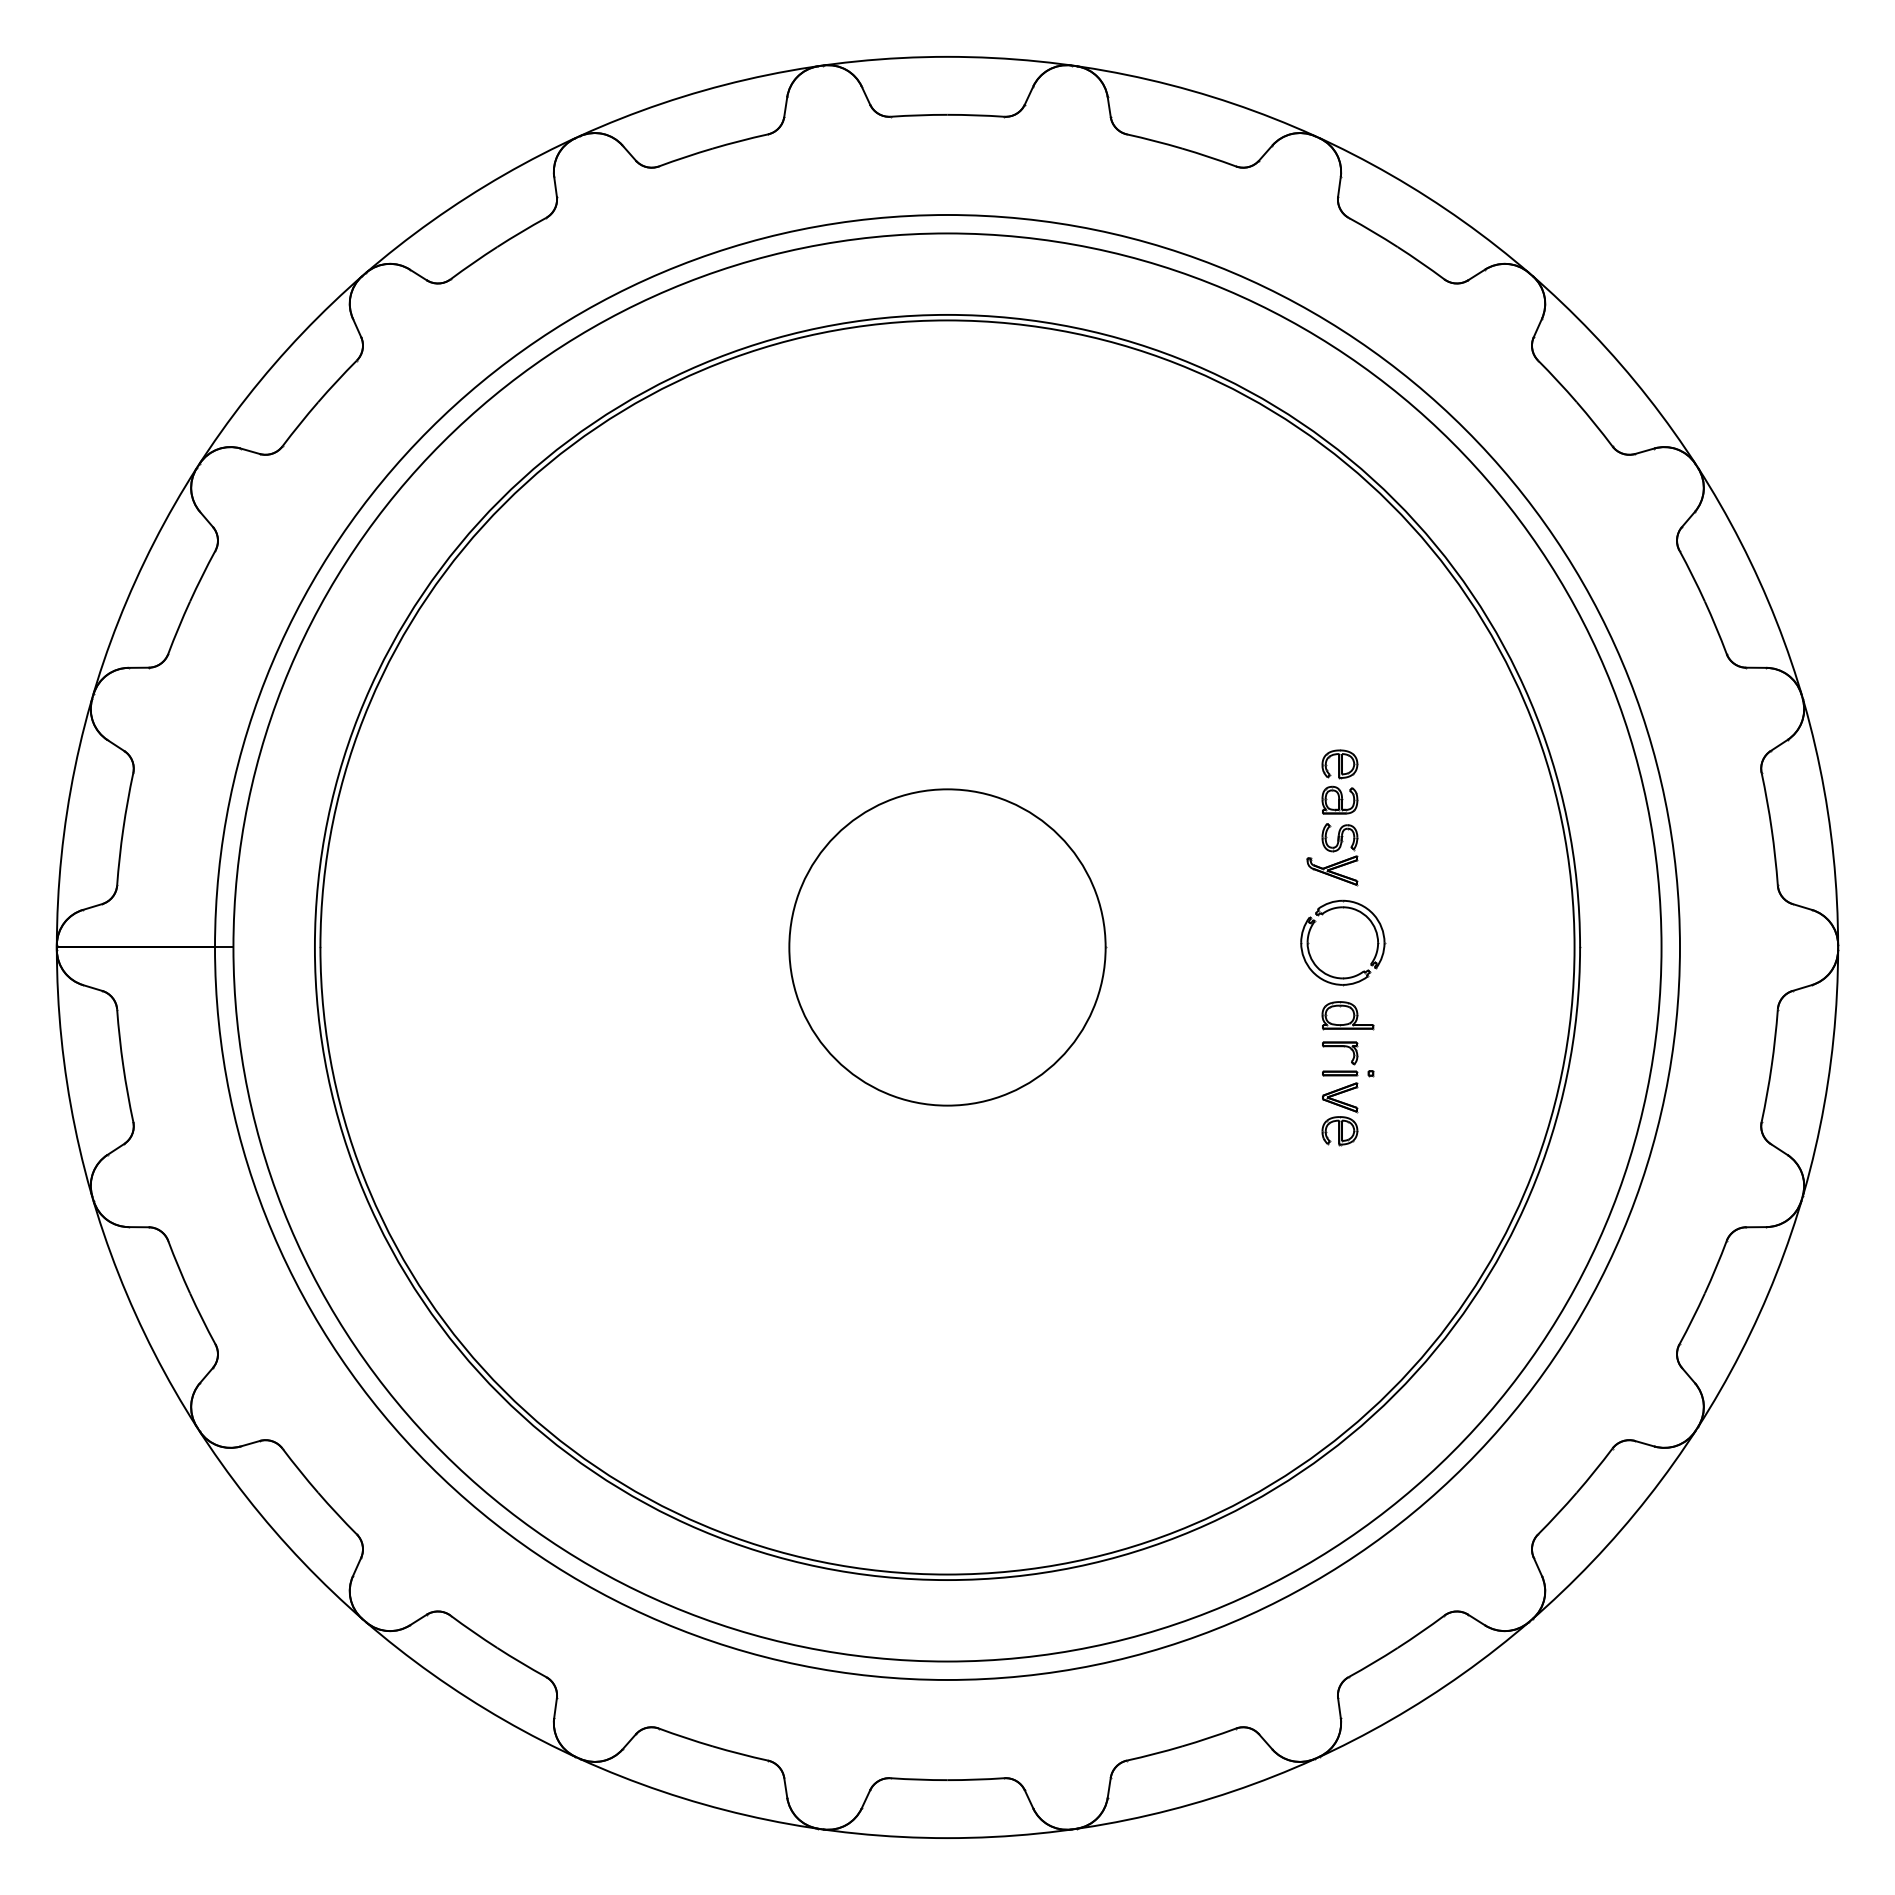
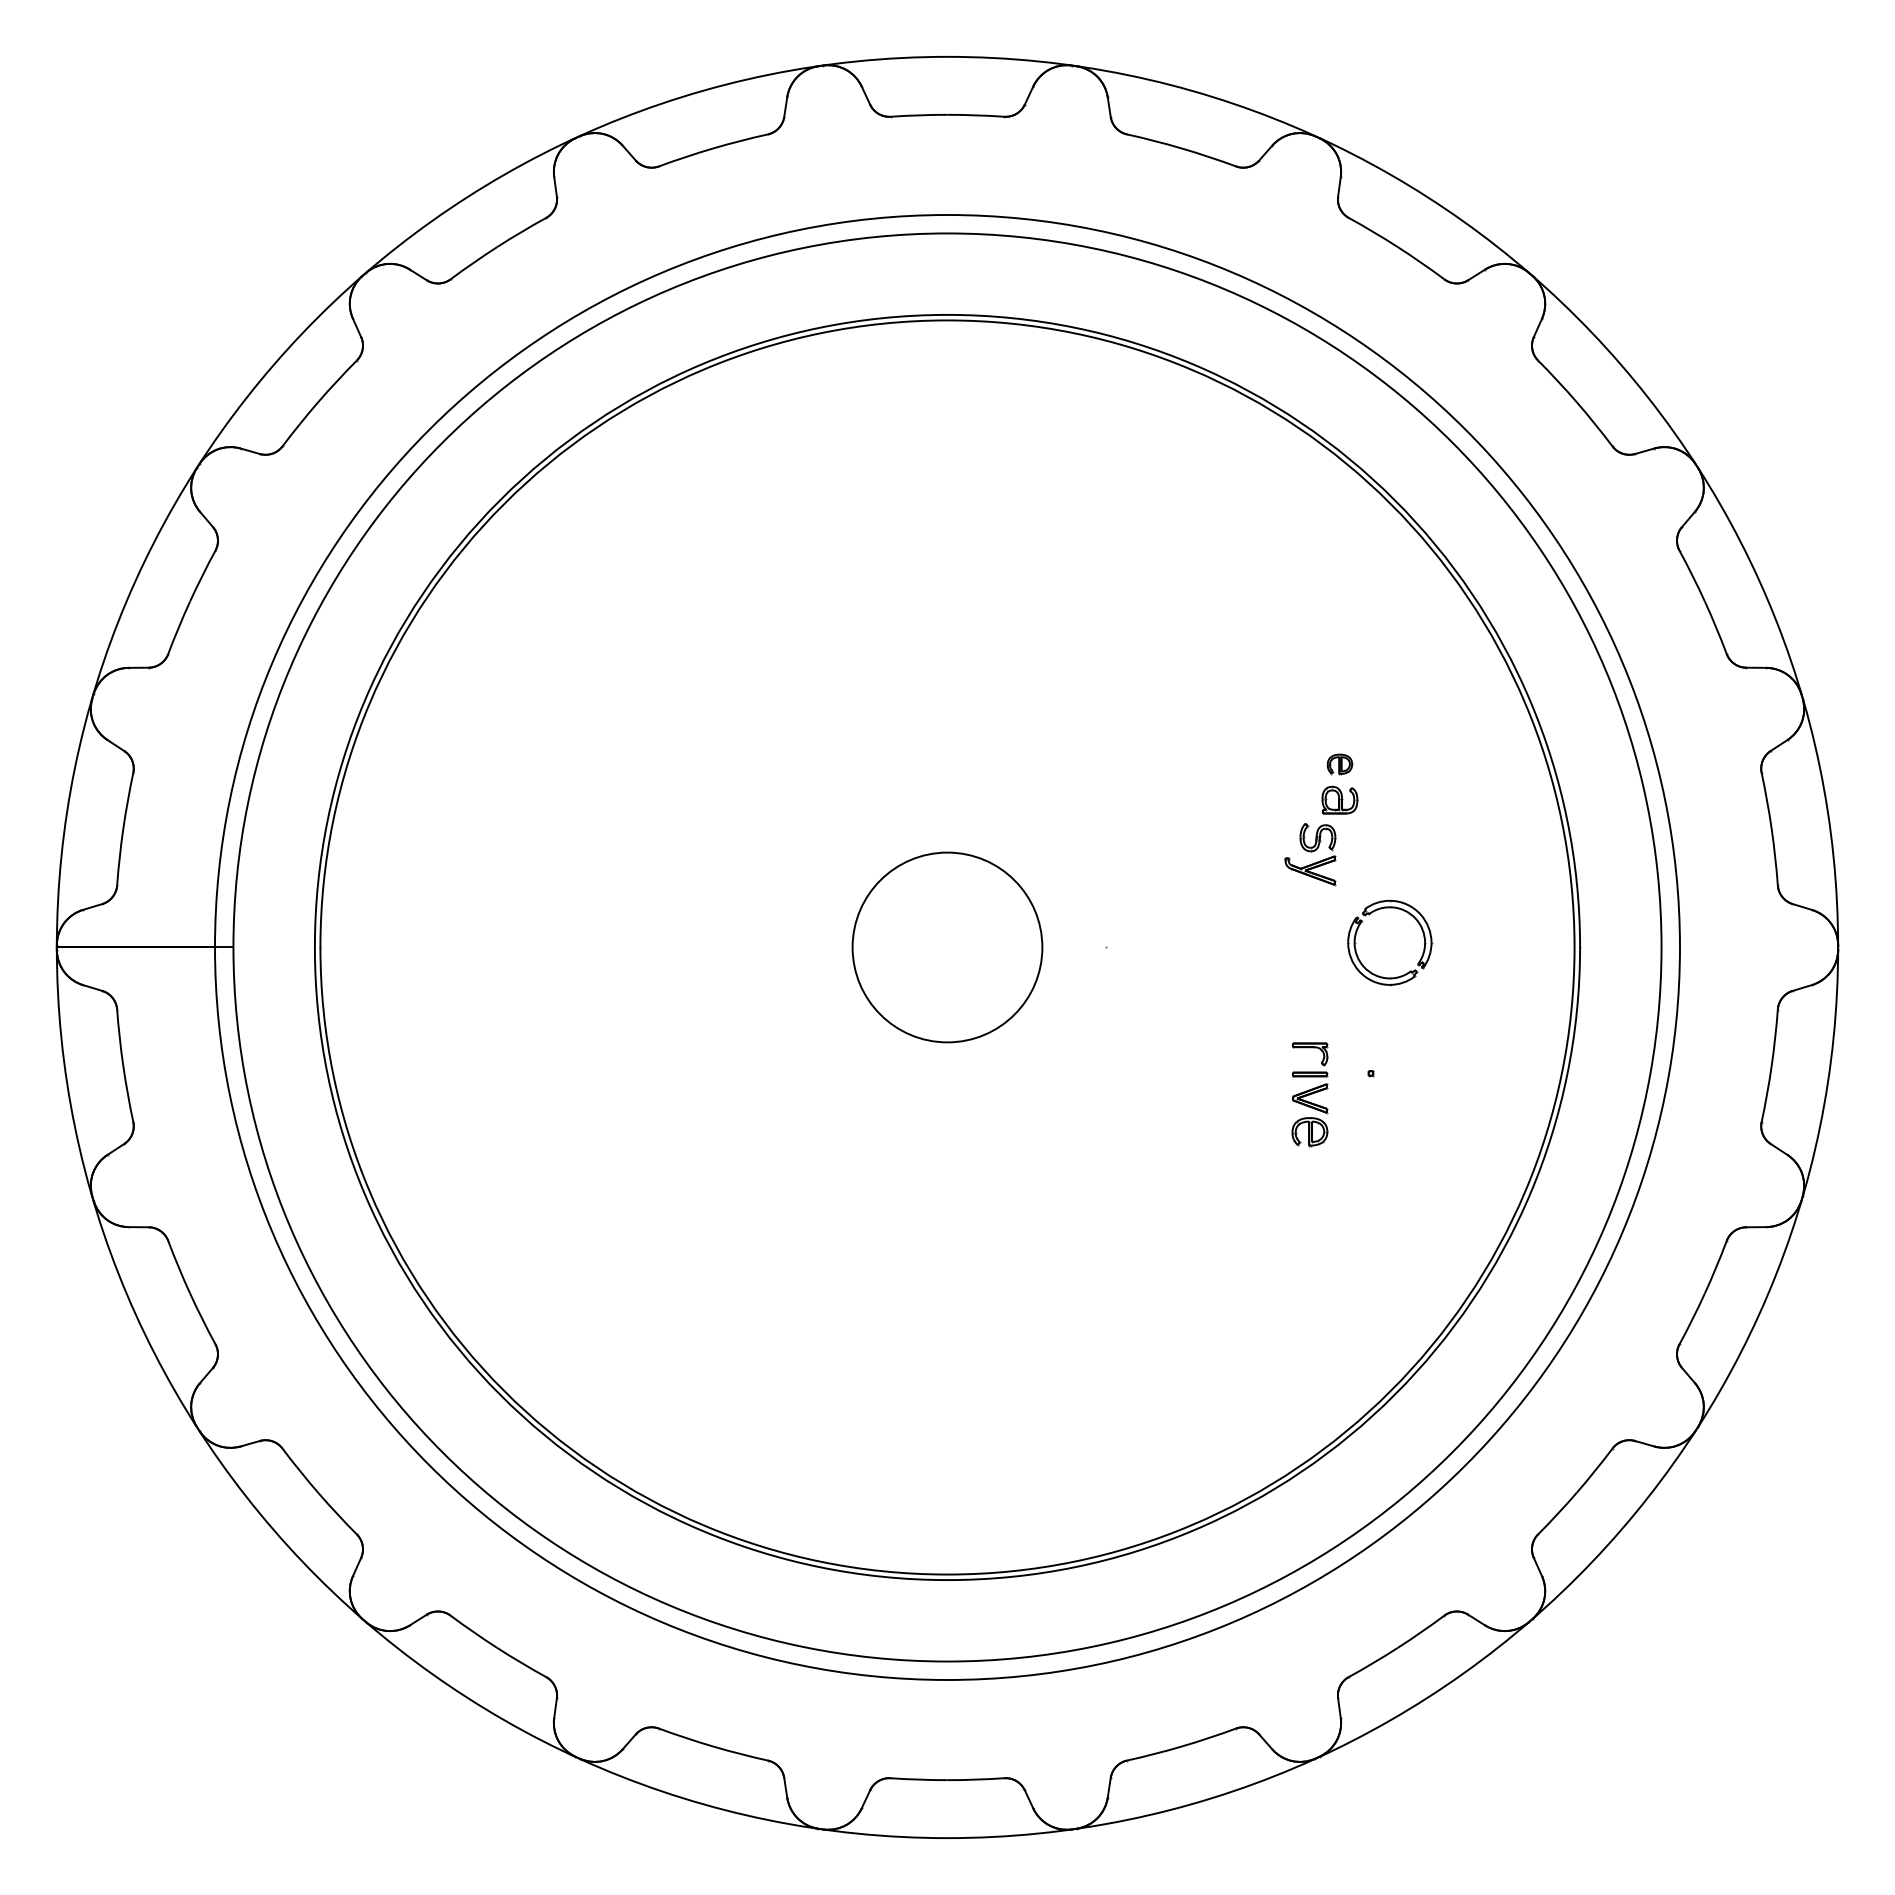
part at (1339, 764) size: 38x31 px -> 28x23 px
part at (1332, 854) position: (1332, 854) -> (1310, 854)
part at (1374, 930) position: (1374, 930) -> (1421, 930)
circle at (947, 947) diameter: 316 px -> 190 px
part at (1347, 1015): present -> none
part at (1339, 1093) position: (1339, 1093) -> (1309, 1094)
